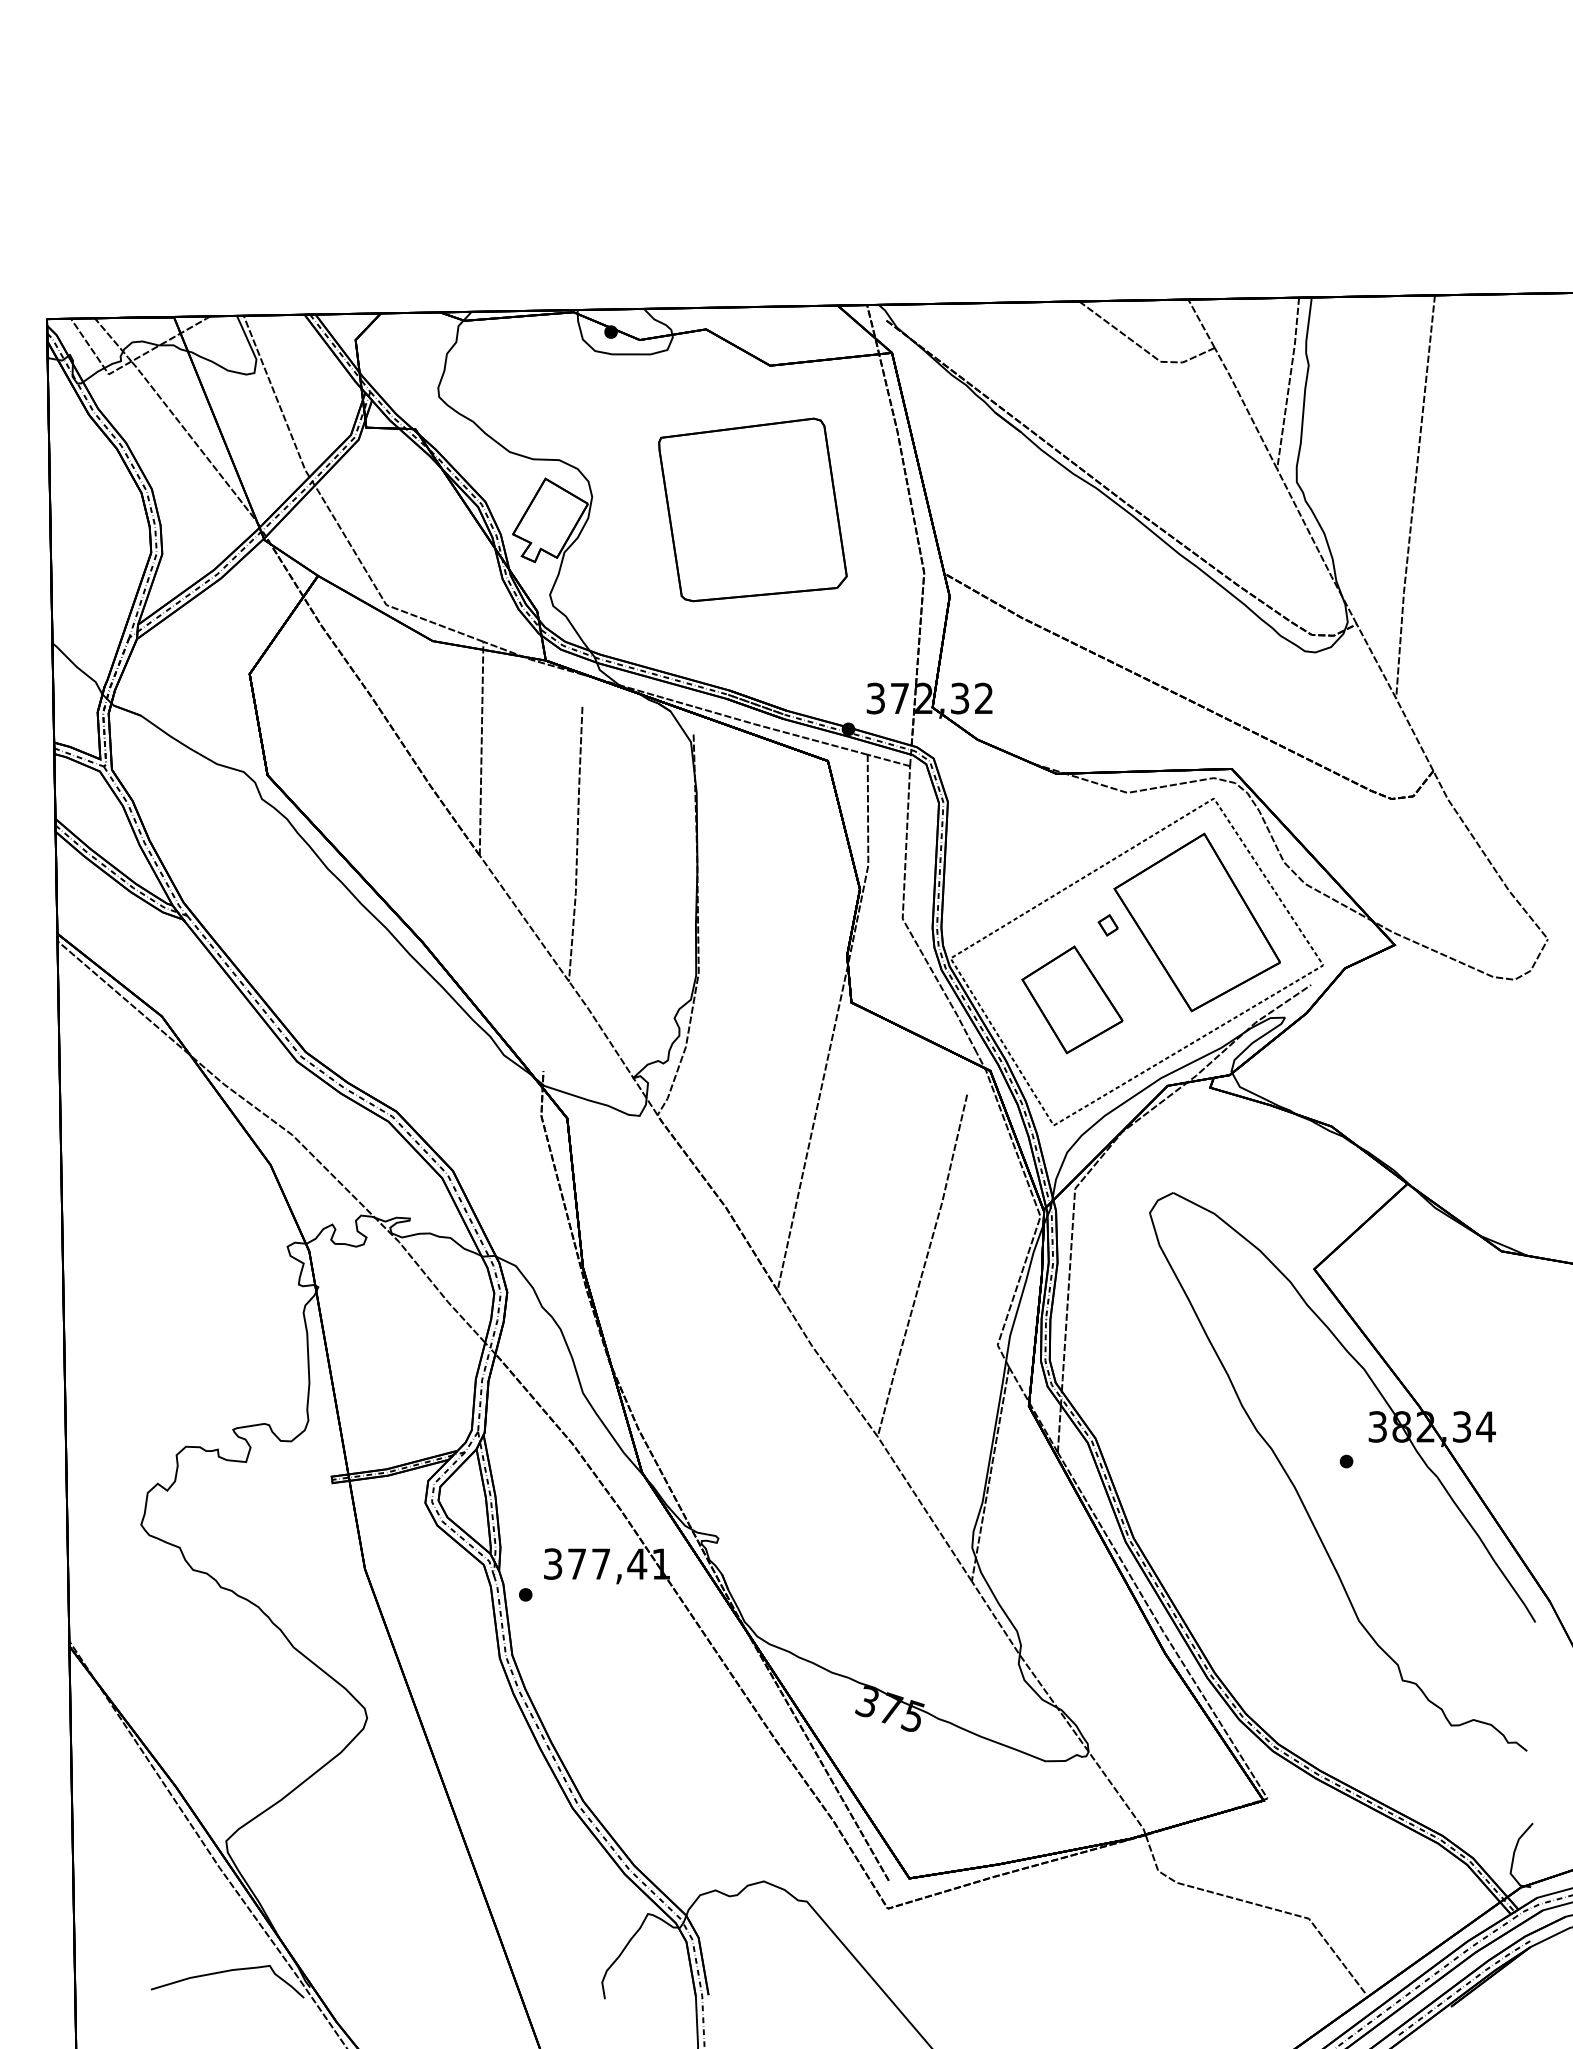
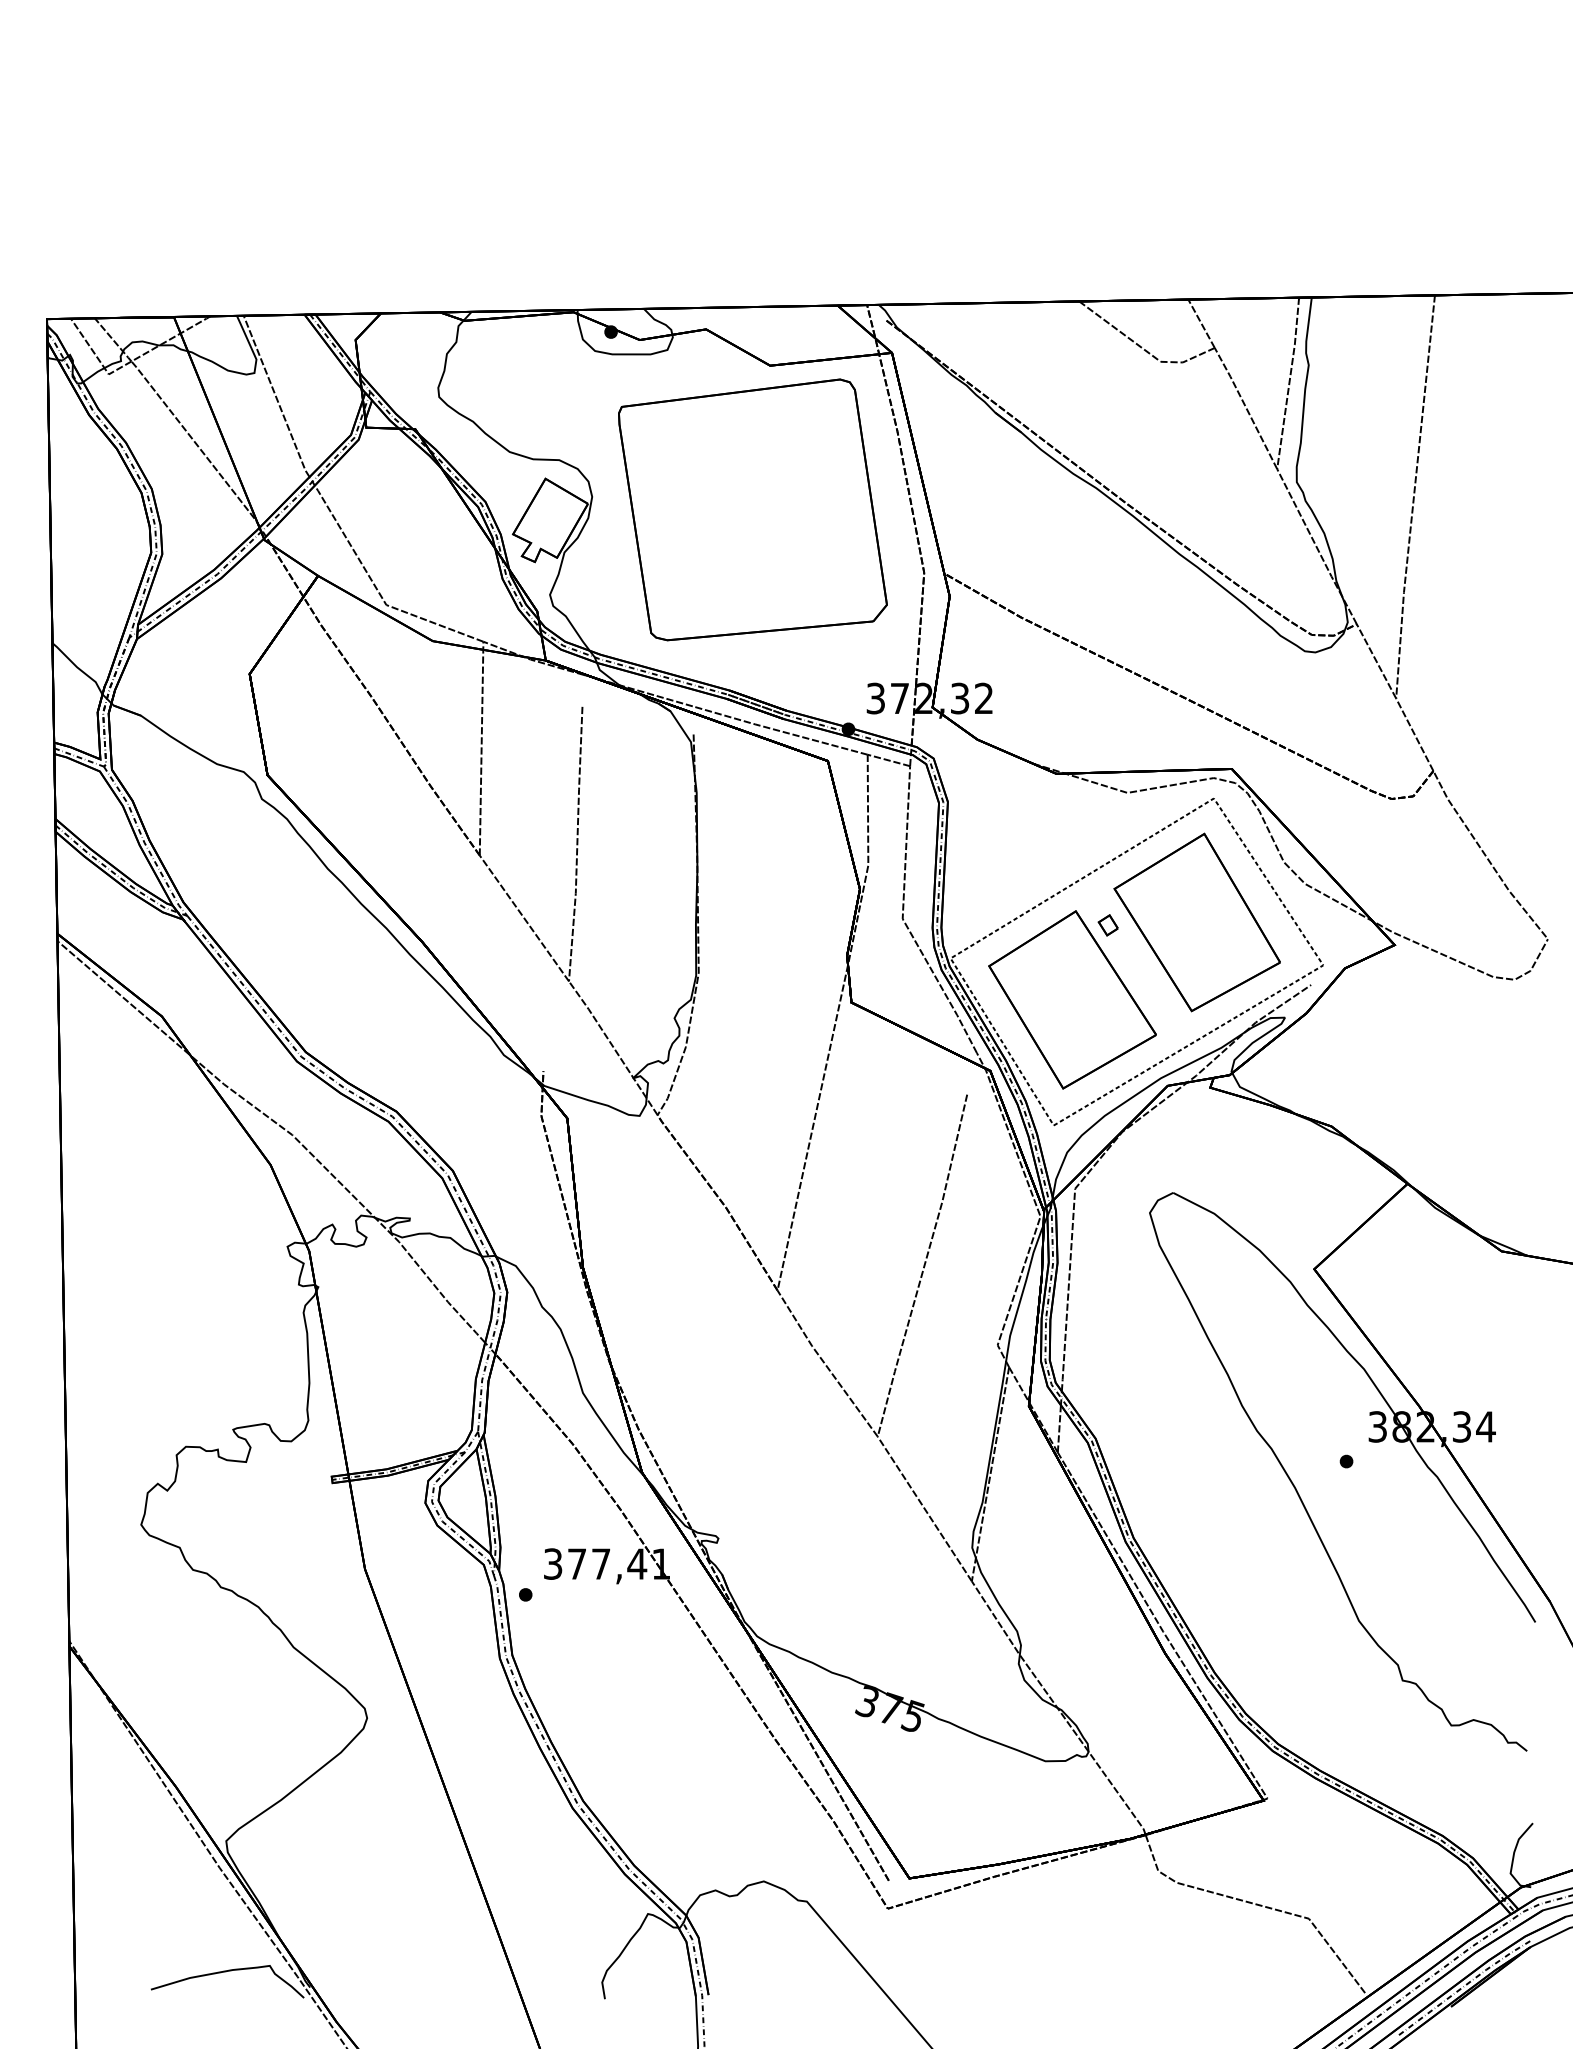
part at (752, 509) size: 190x186 px -> 270x264 px
part at (1072, 999) size: 103x110 px -> 169x180 px
